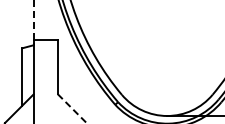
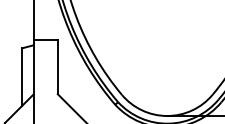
line at (33, 19): dashed -> solid
line at (72, 108): dashed -> solid
